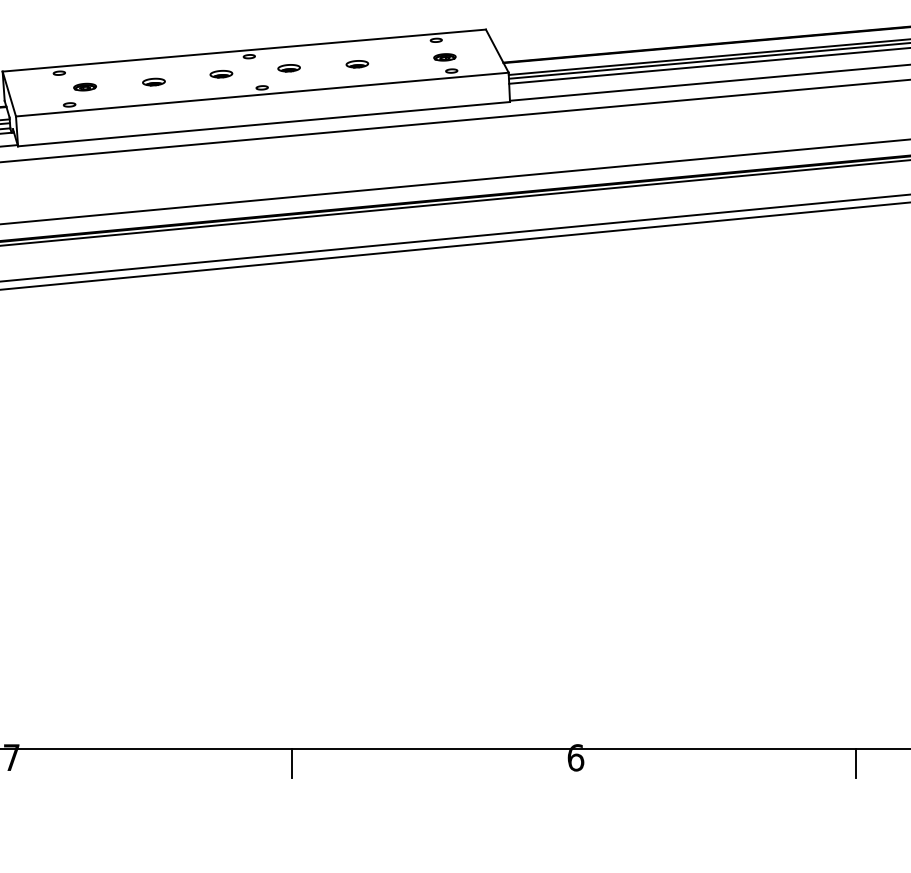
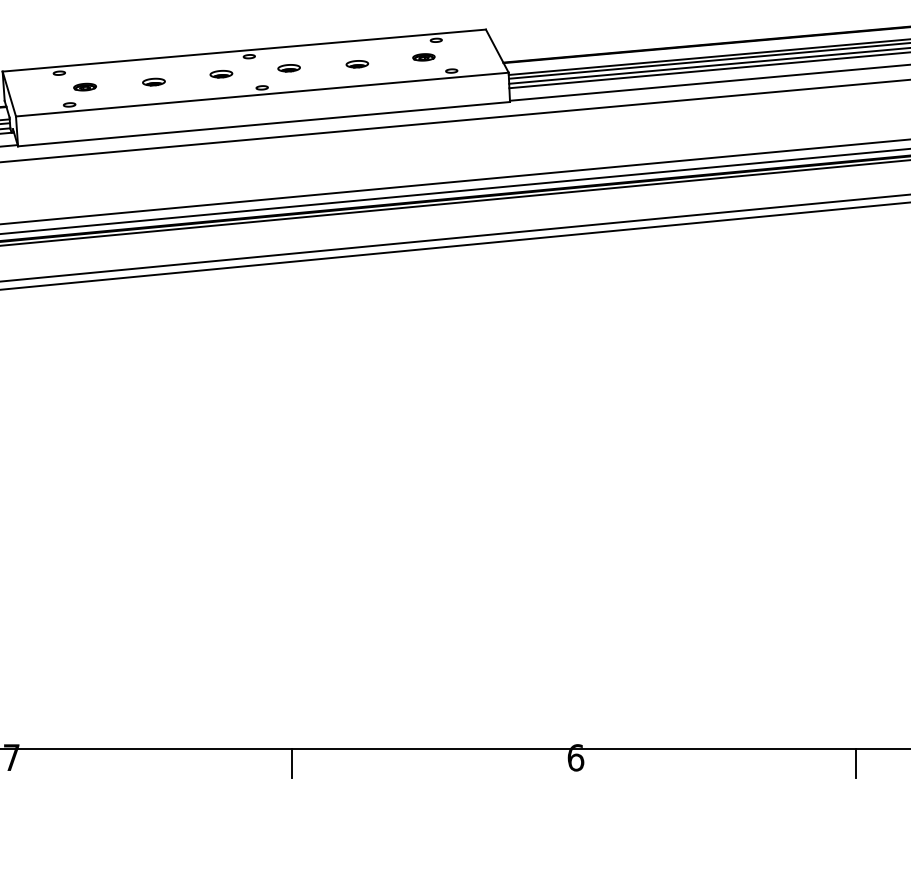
part at (444, 57) position: (444, 57) -> (423, 57)
line at (708, 70): none -> present
line at (454, 191): none -> present
